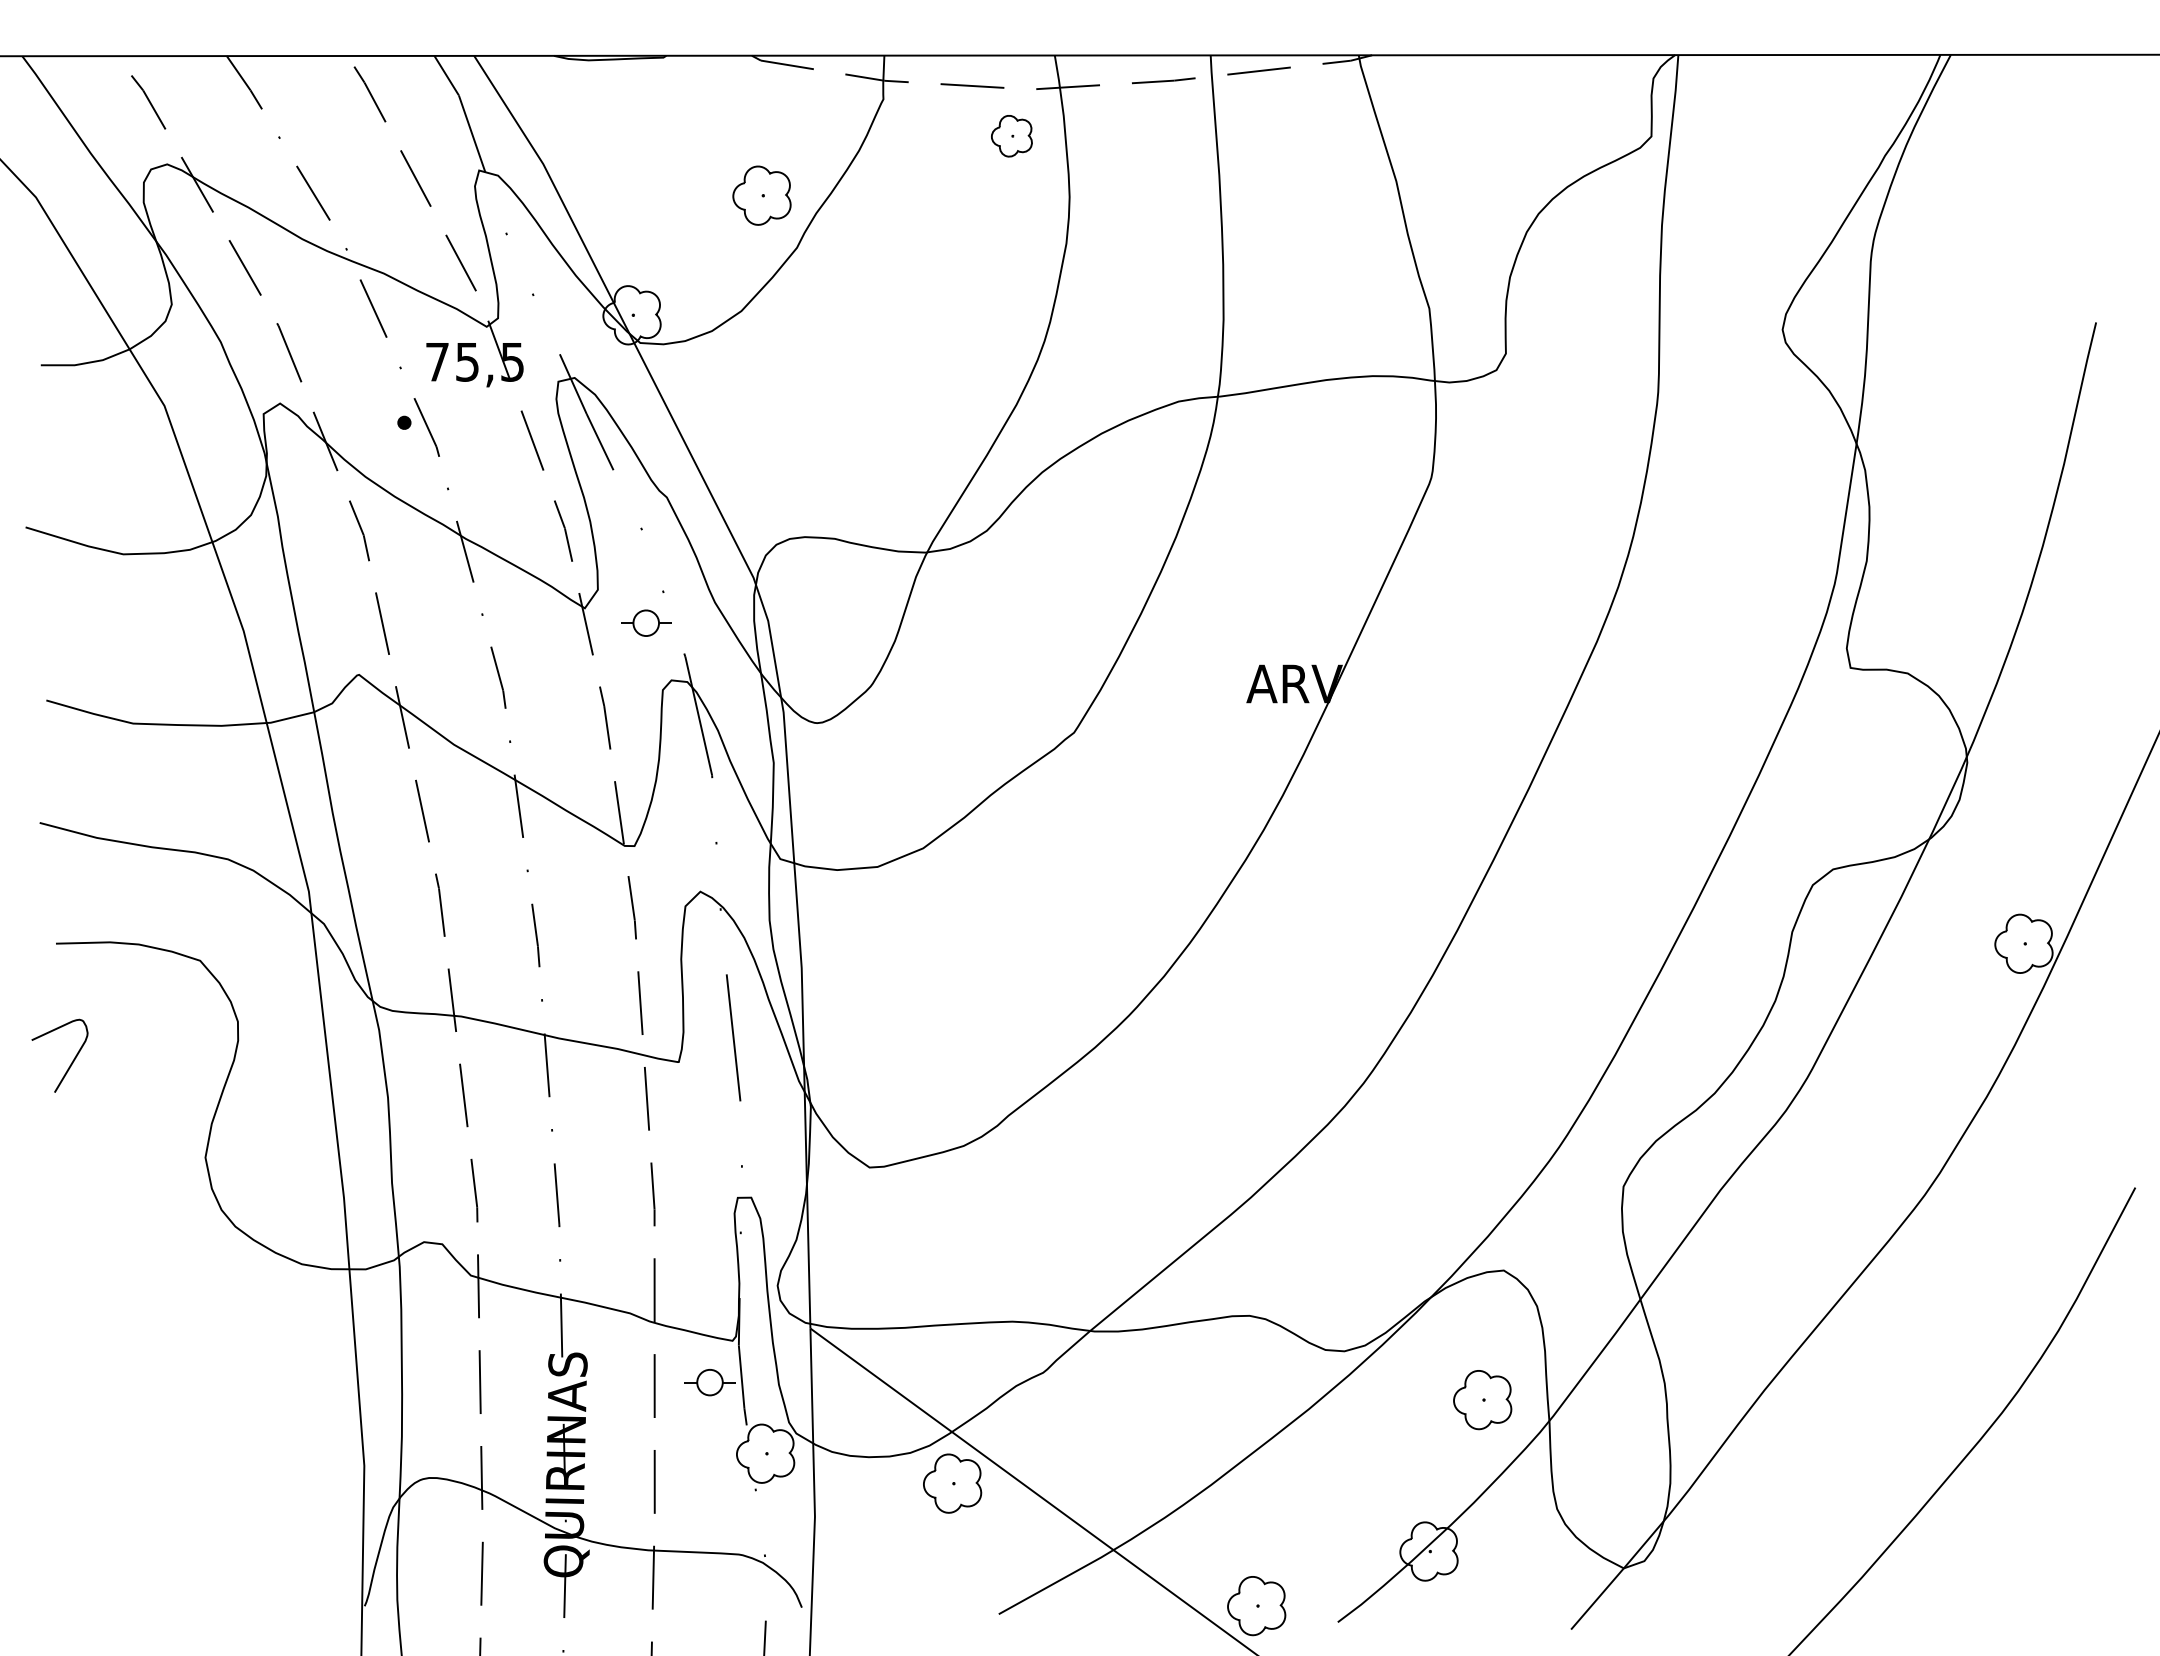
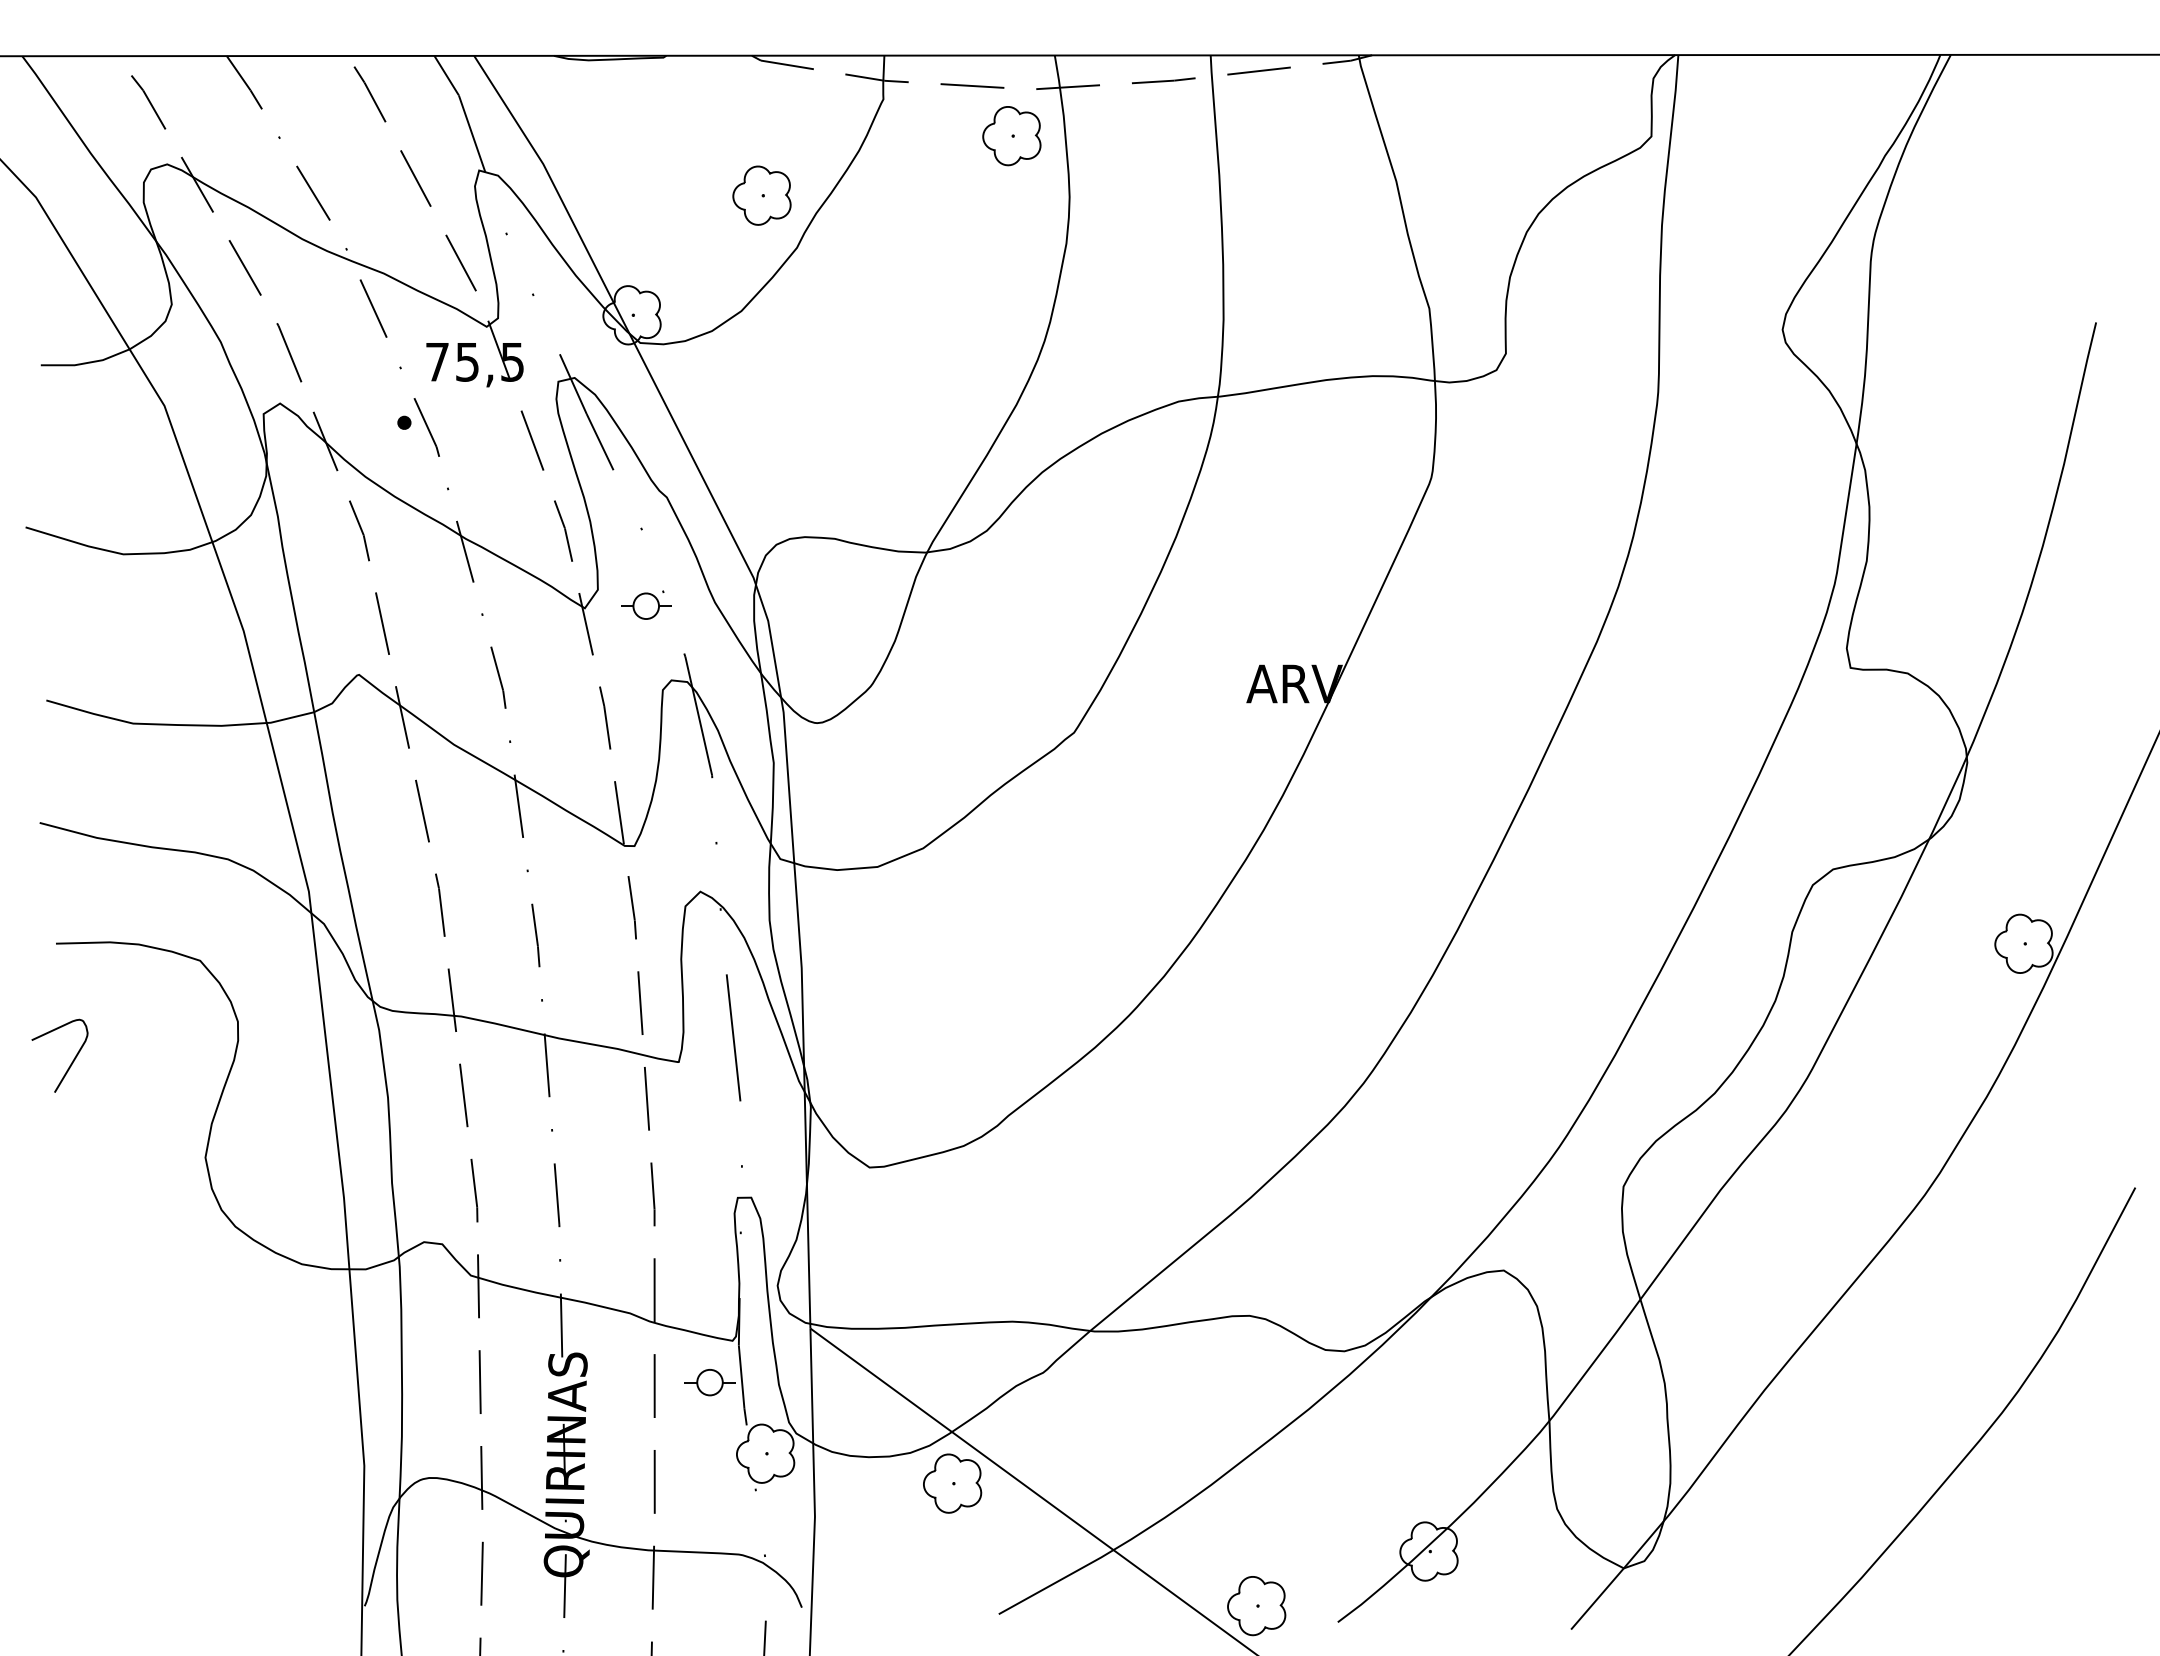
part at (1011, 136) size: 42x43 px -> 60x61 px
part at (646, 622) position: (646, 622) -> (646, 605)
part at (1482, 1400): present -> none
